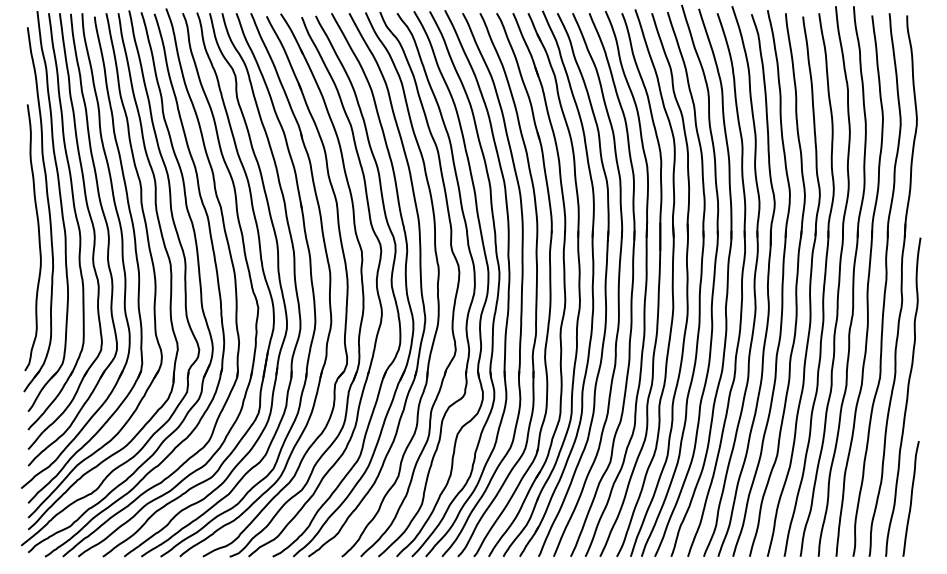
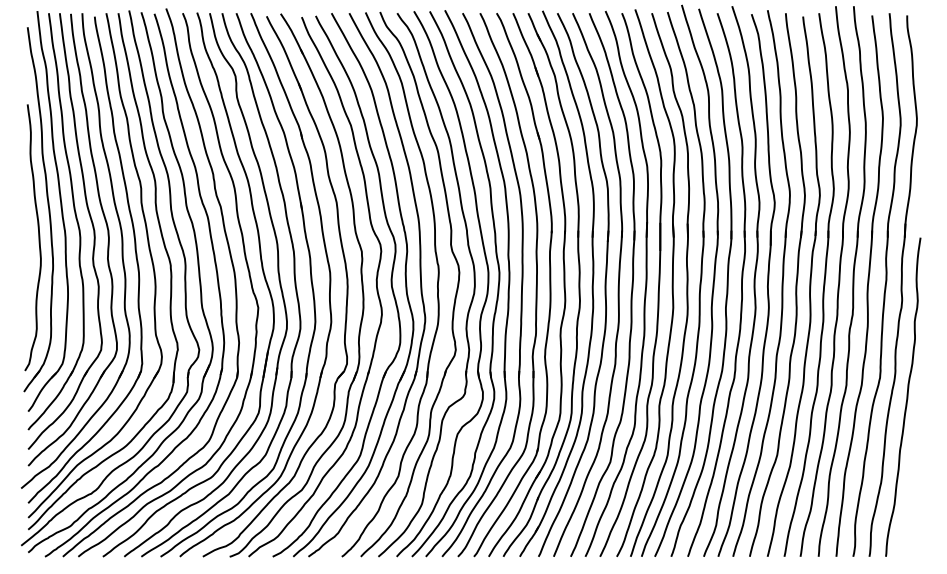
curve at (910, 498): present -> none
